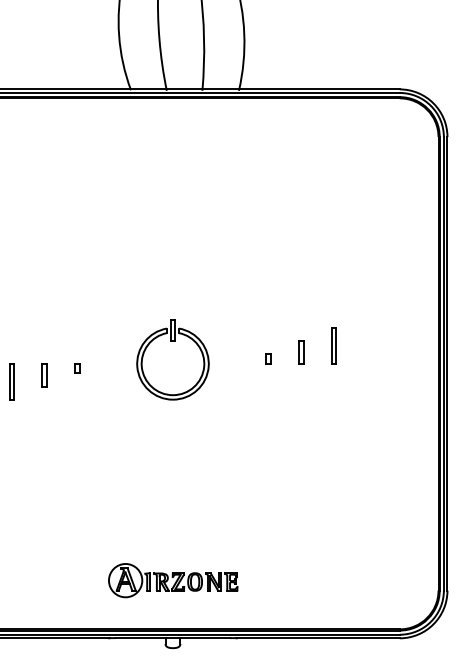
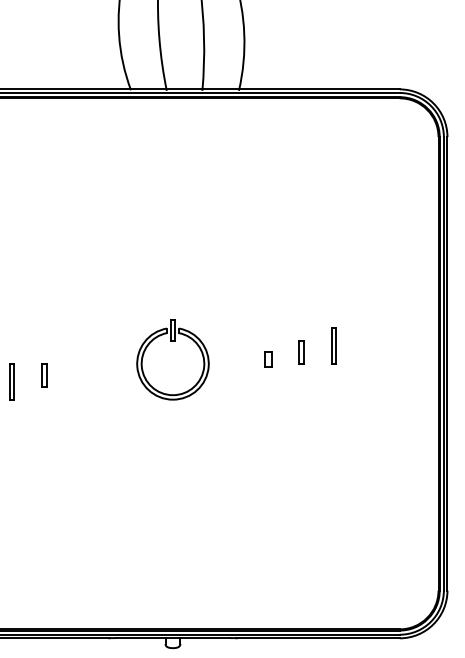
part at (268, 358) size: 7x12 px -> 9x17 px
part at (77, 368): present -> none
part at (173, 580): present -> none
